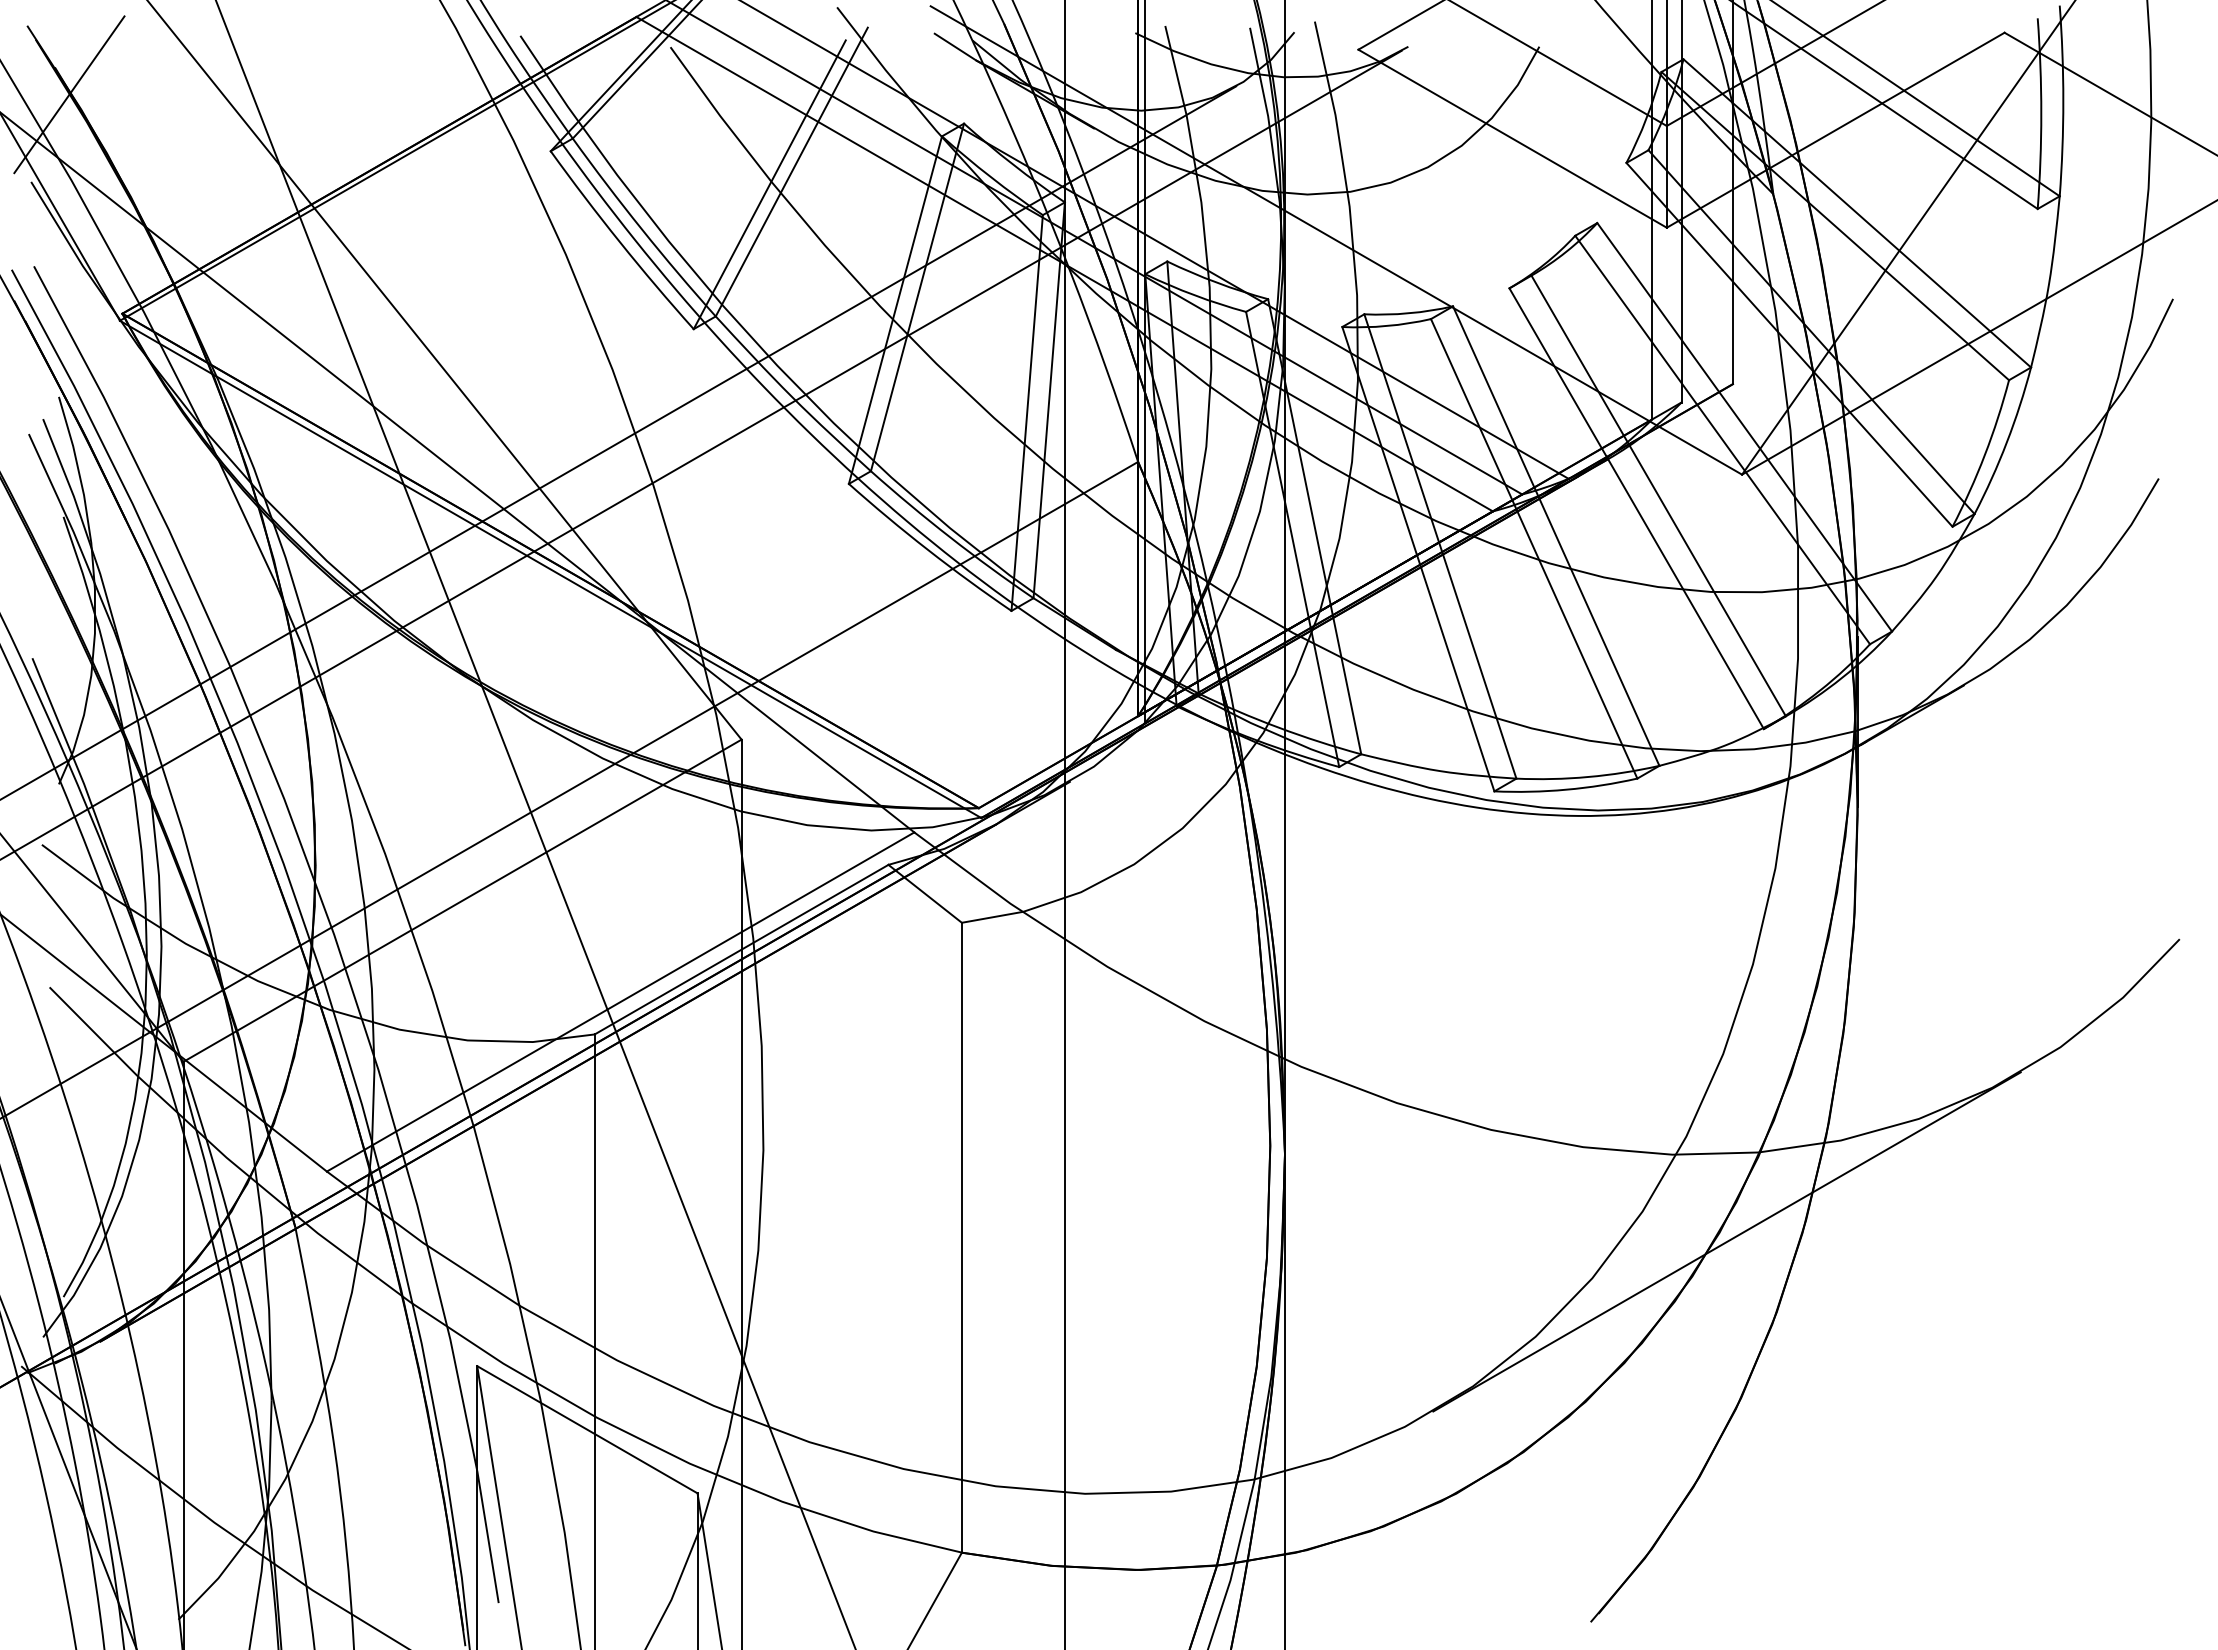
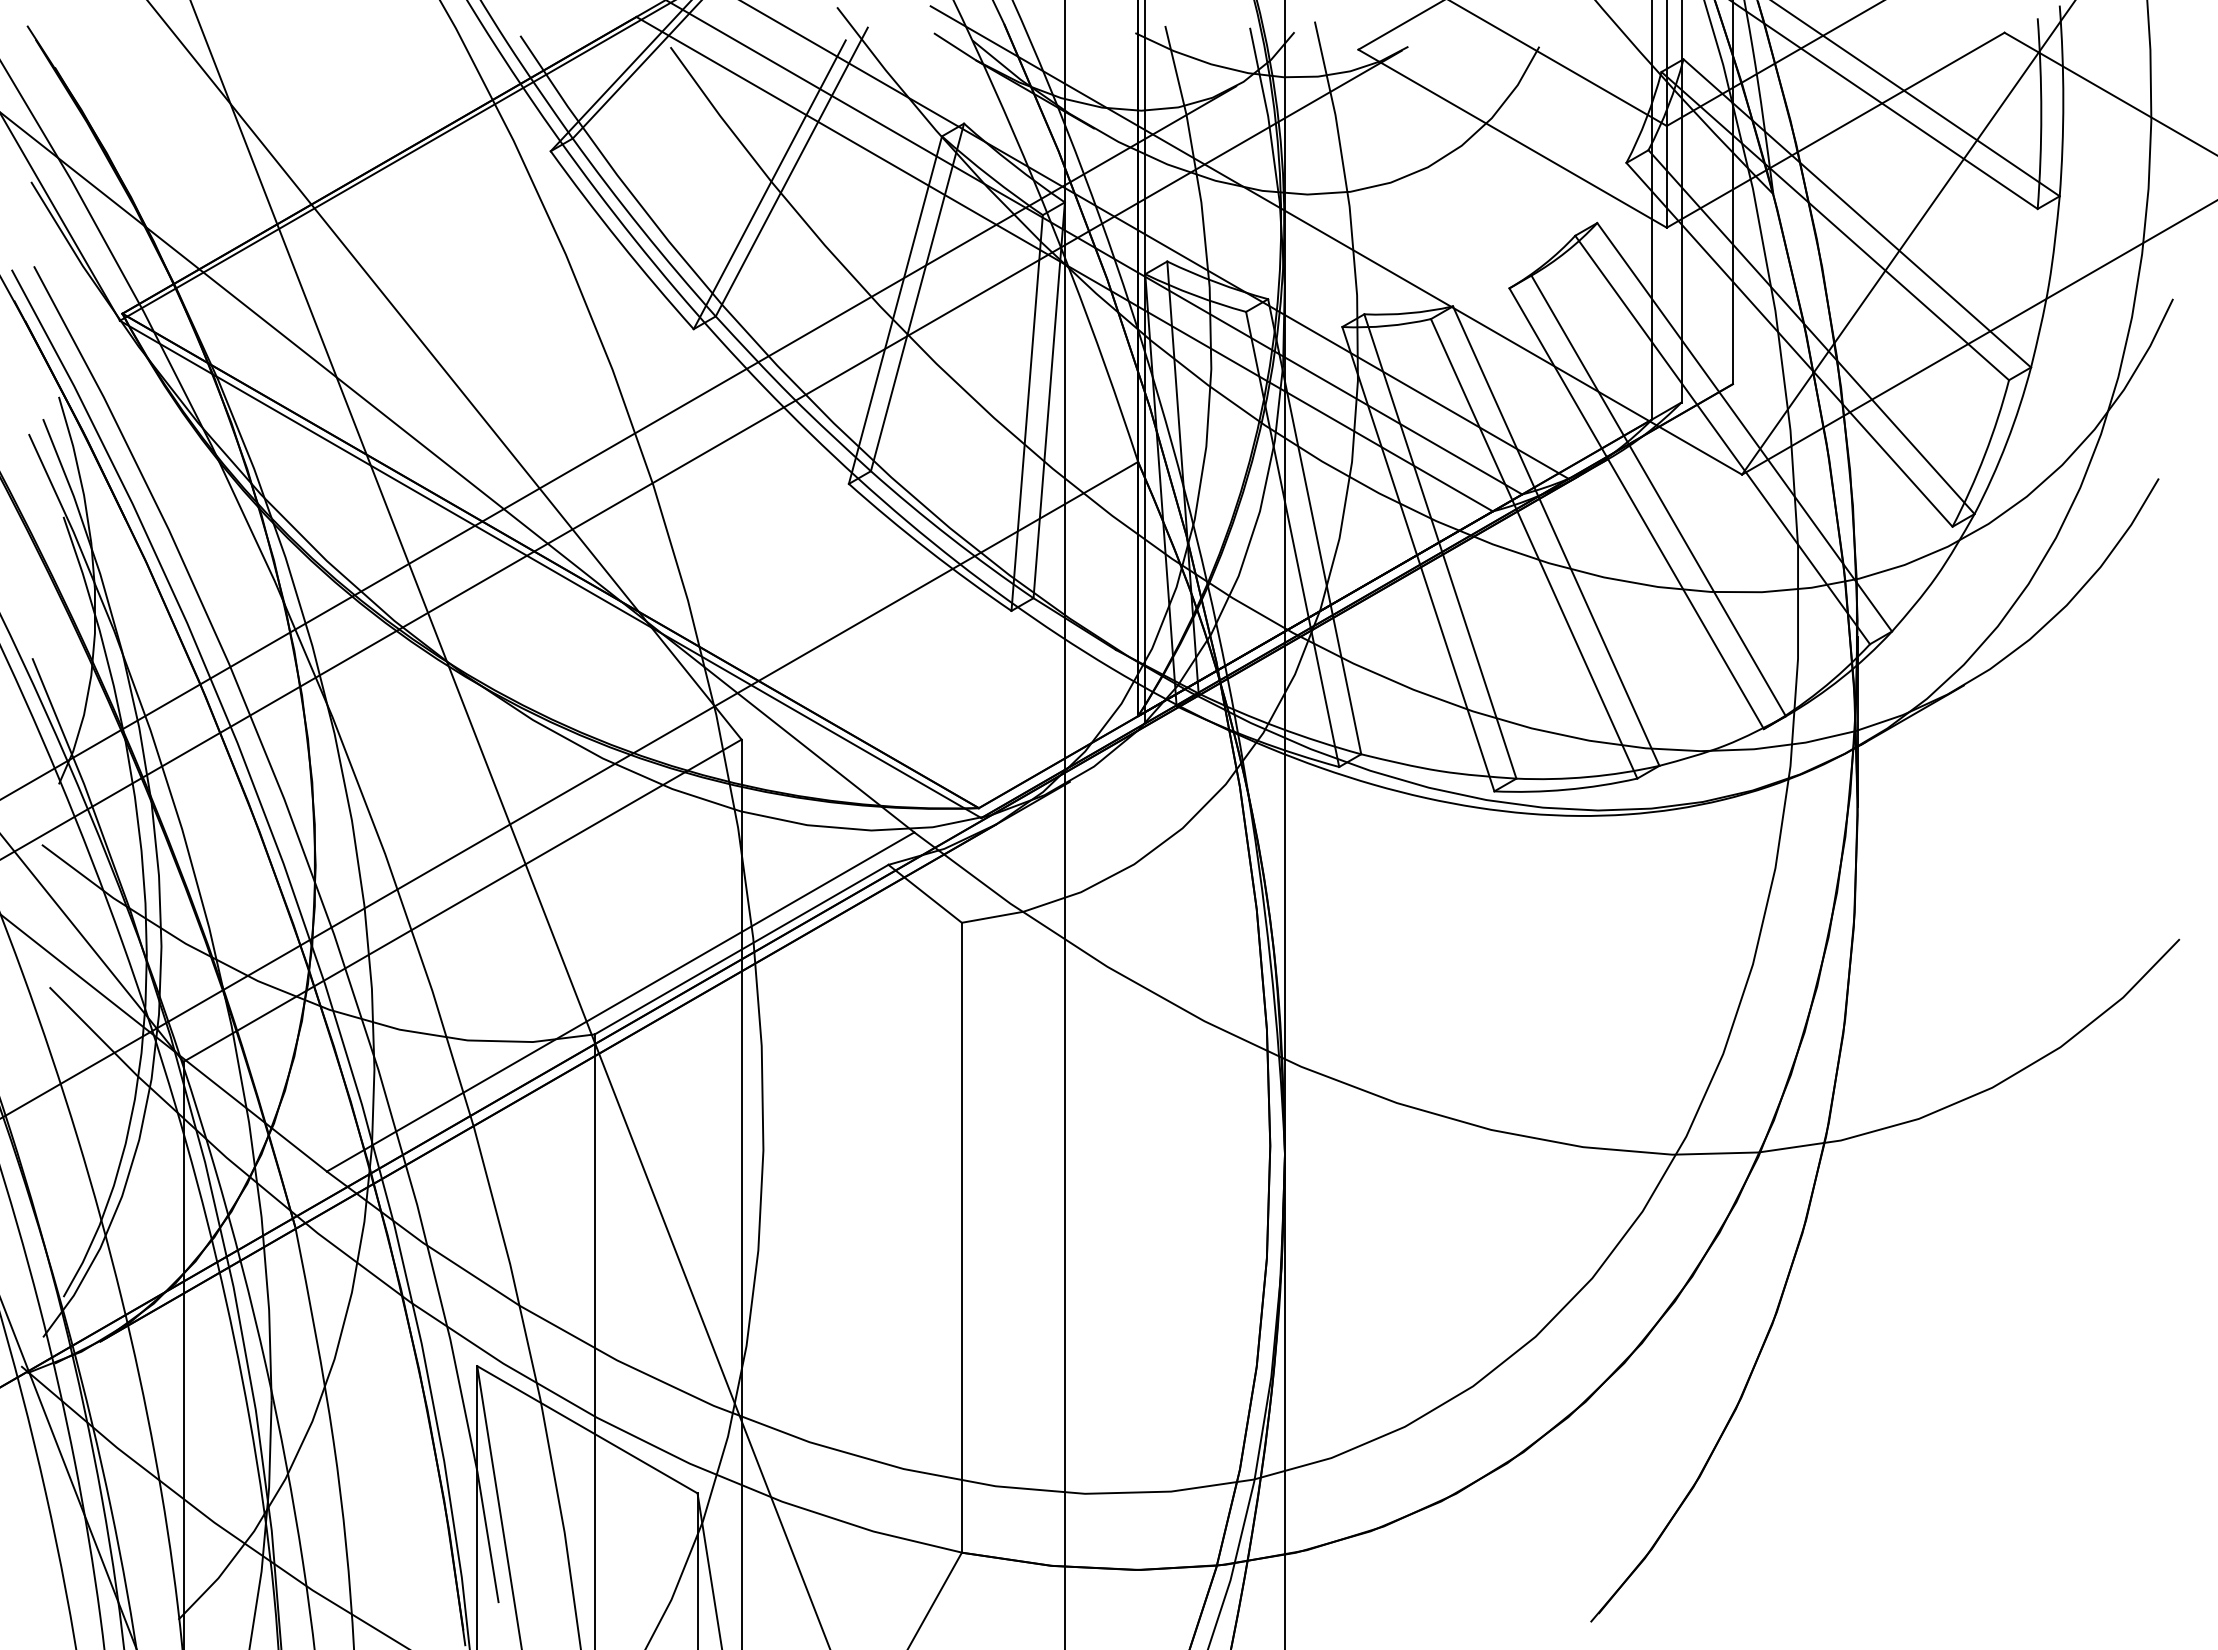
line at (69, 94): present -> none
line at (535, 824) position: (535, 824) -> (510, 824)
line at (1726, 1241): present -> none
